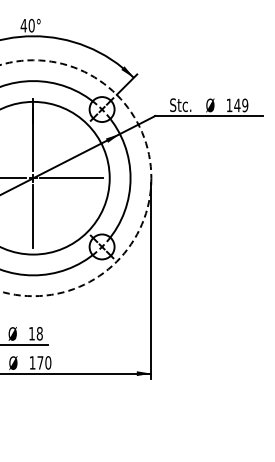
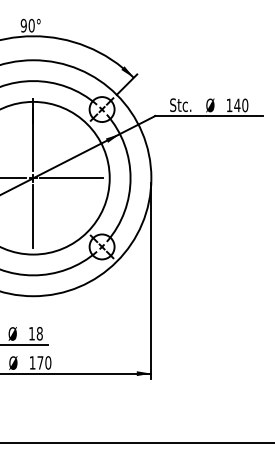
text at (23, 25): 40° -> 90°
text at (245, 105): 149 -> 140
circle at (75, 178): dashed -> solid
line at (136, 442): none -> present
